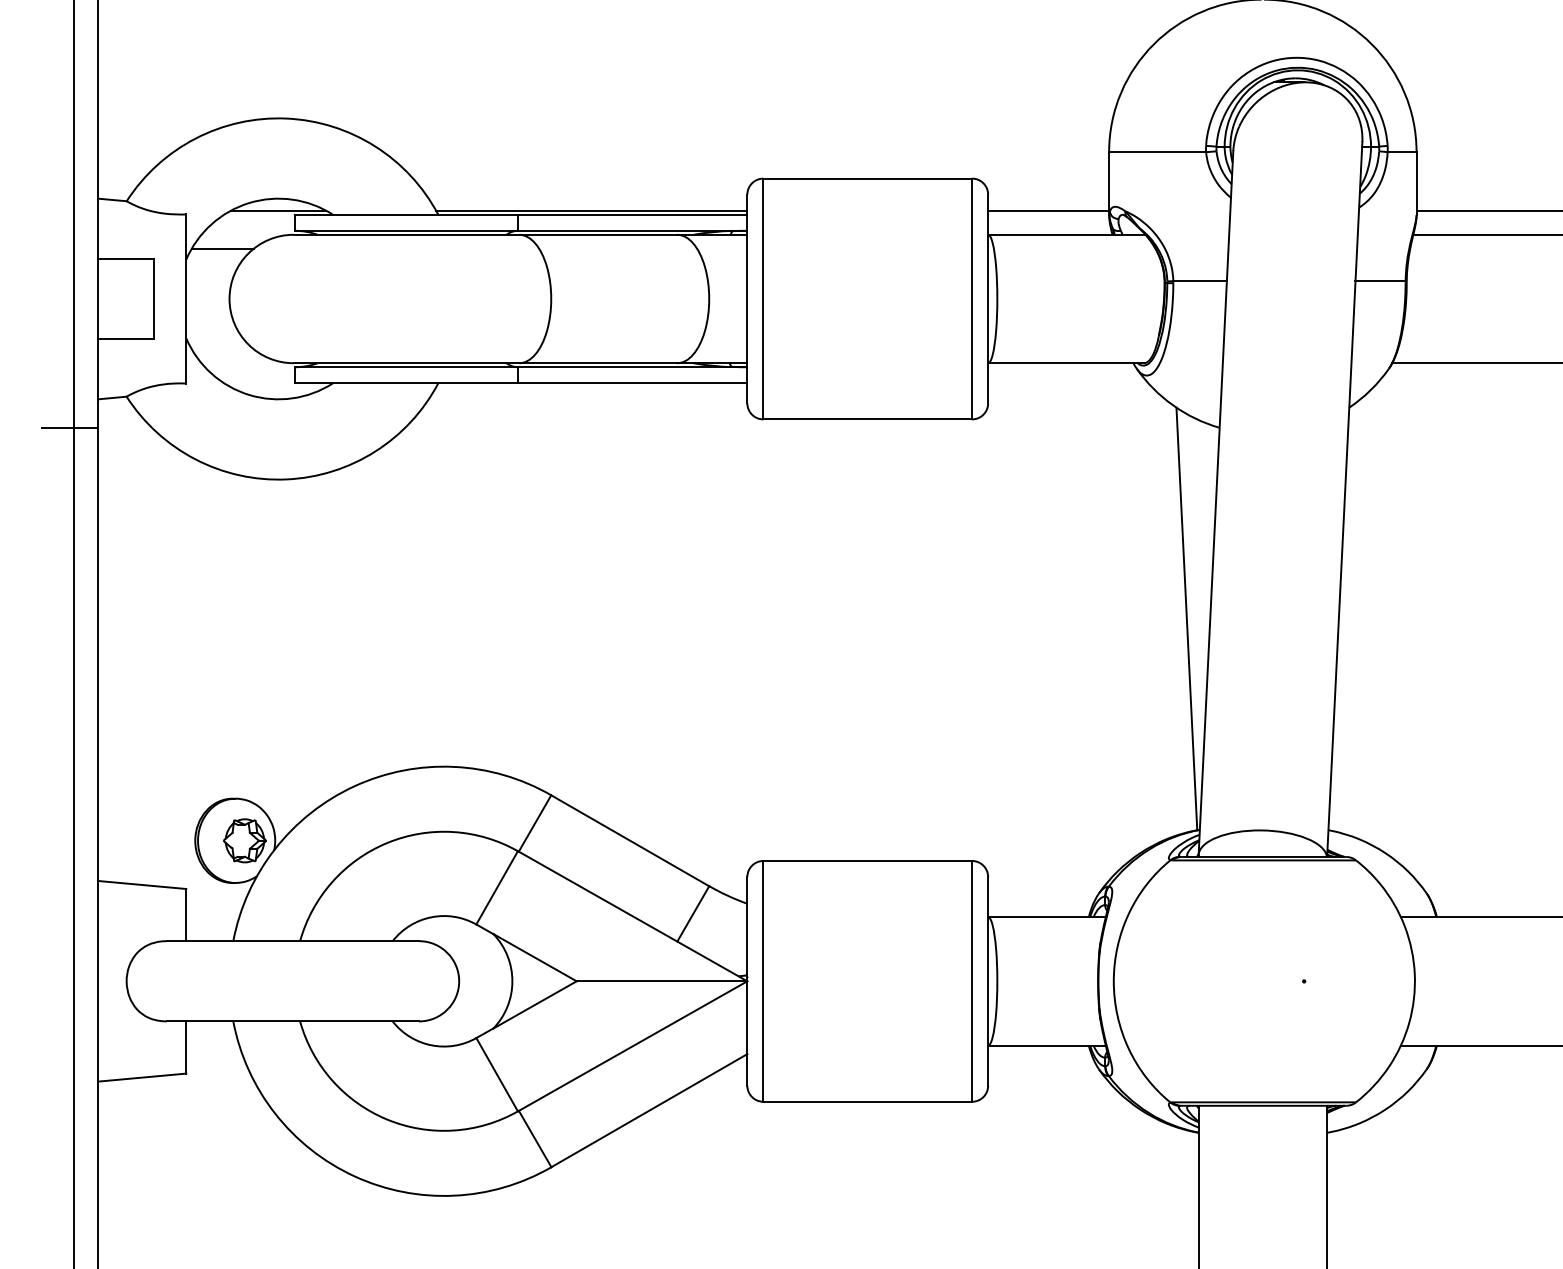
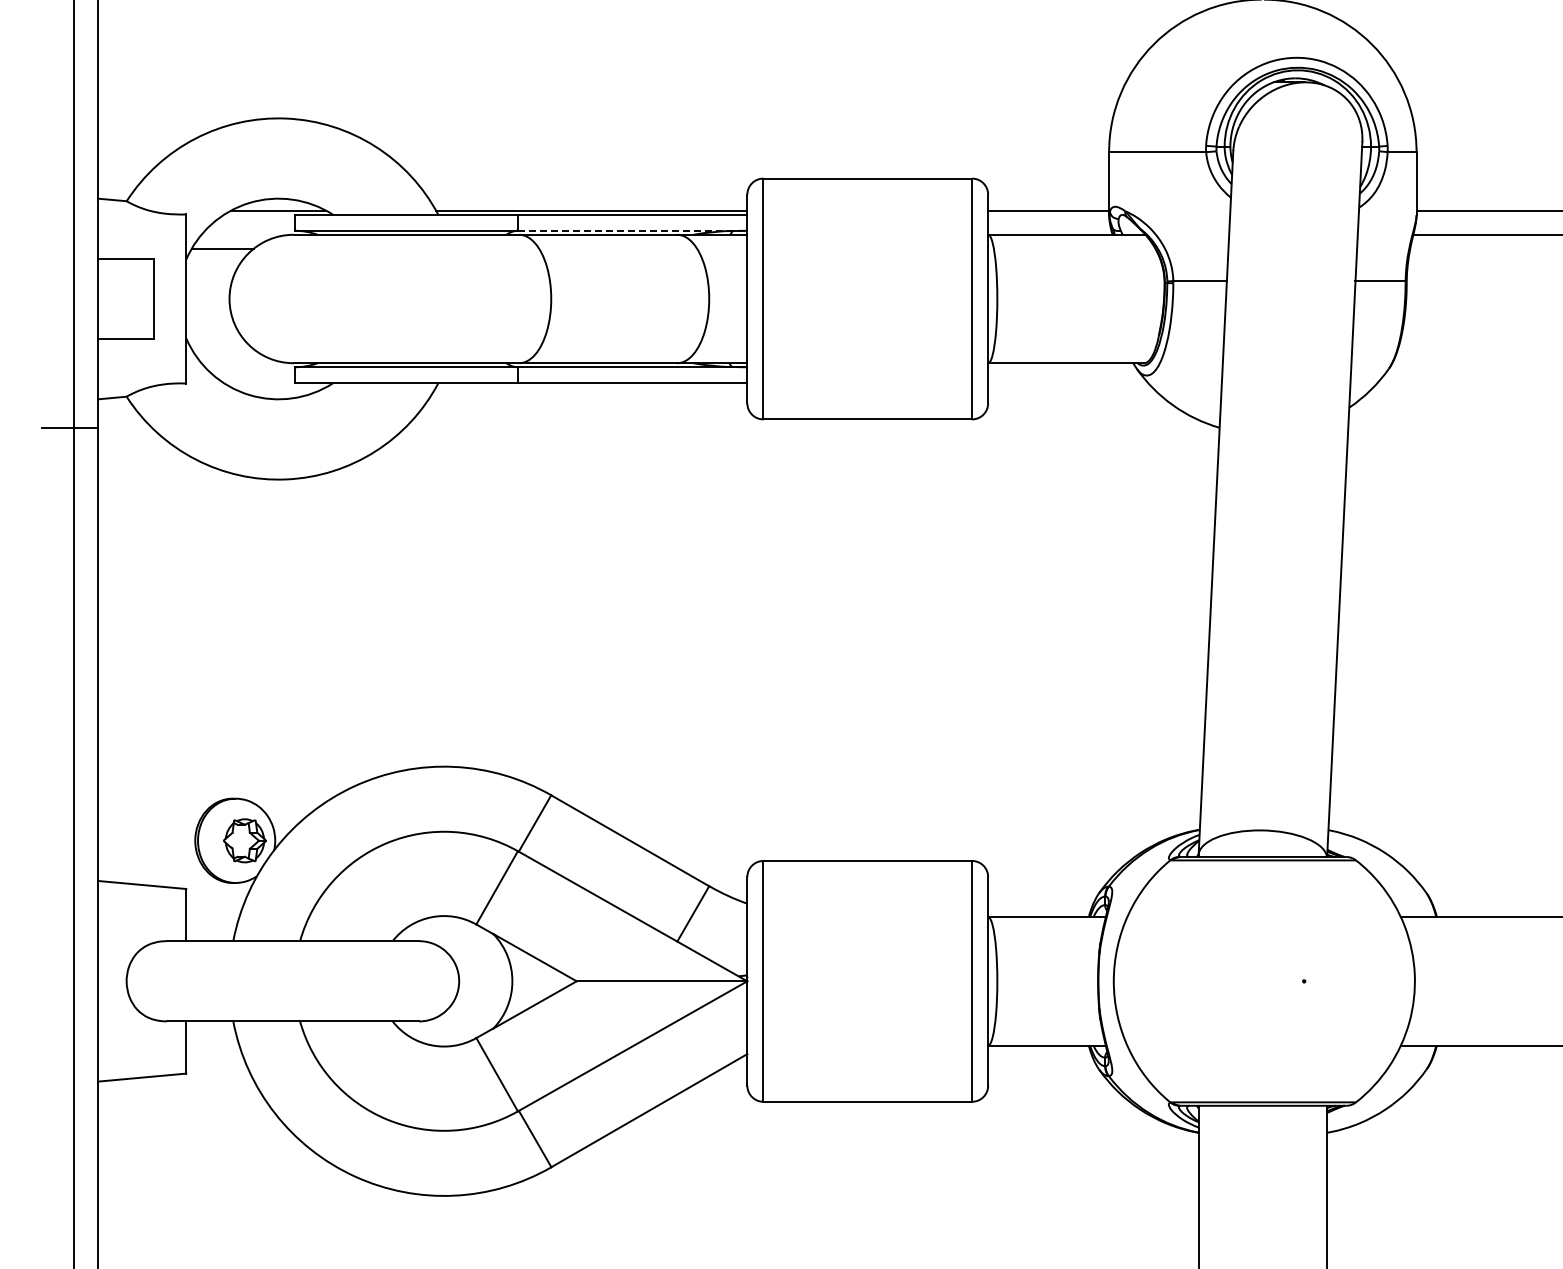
line at (632, 230): solid -> dashed
line at (1475, 363): present -> none
line at (1186, 618): present -> none
